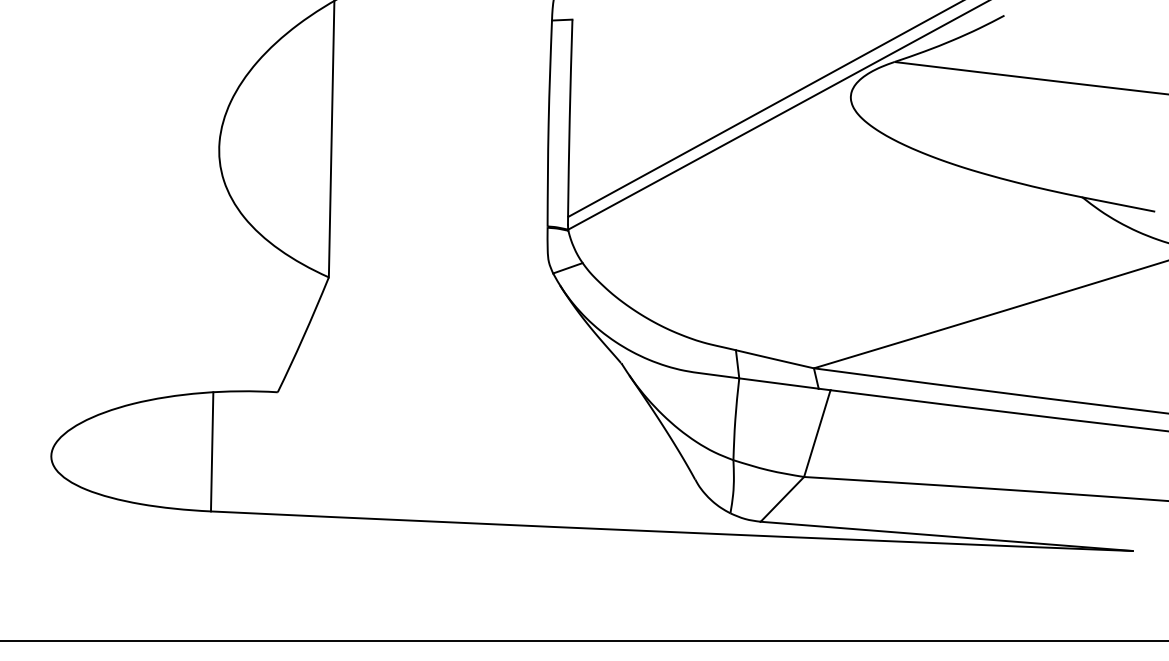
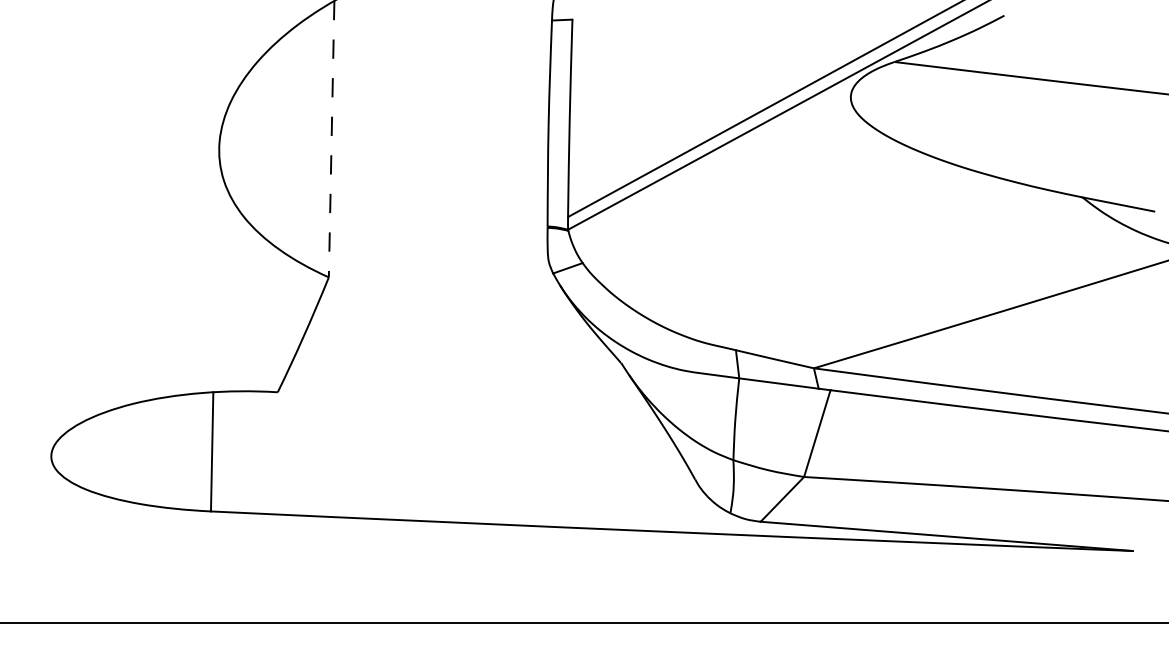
line at (331, 139): solid -> dashed
line at (583, 641) position: (583, 641) -> (583, 623)
